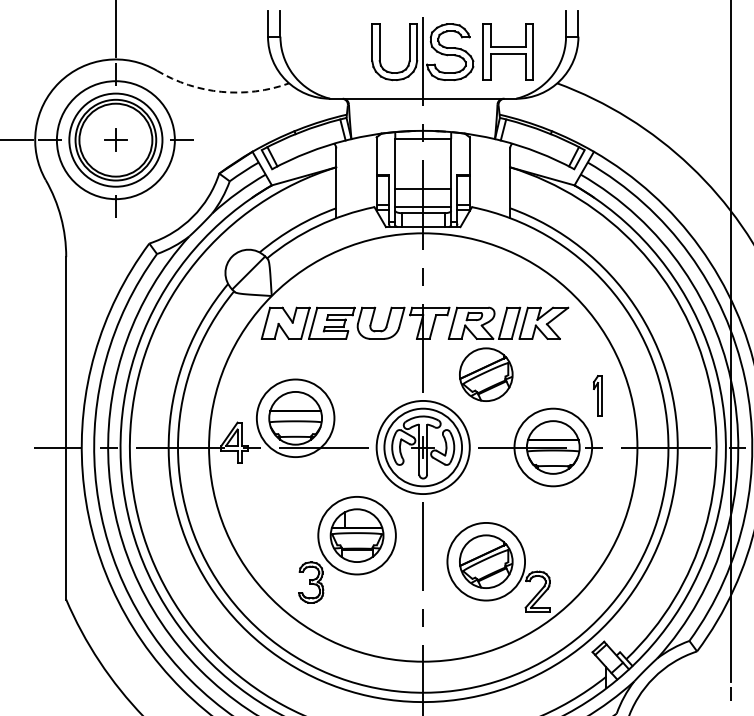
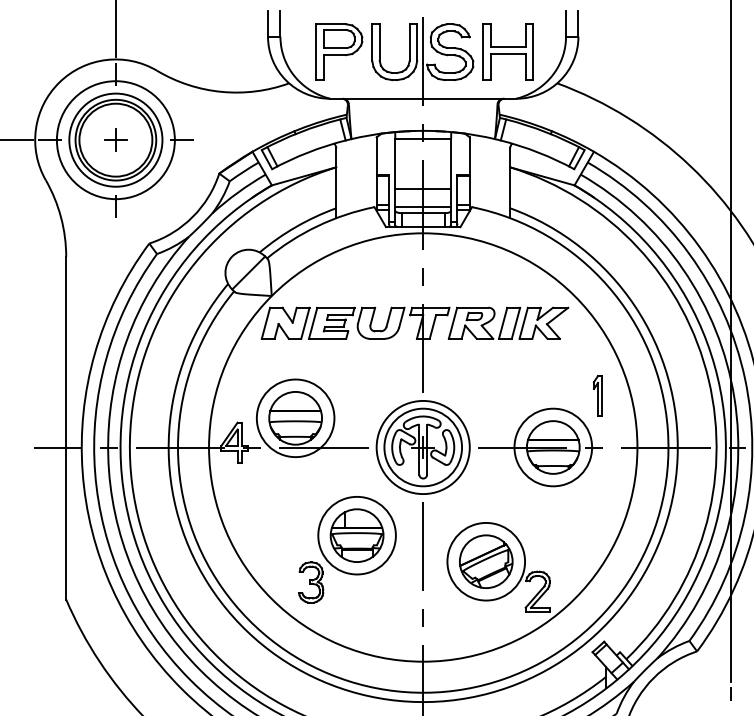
part at (339, 51): none -> present
arc at (221, 91): dashed -> solid
part at (486, 374): present -> none
